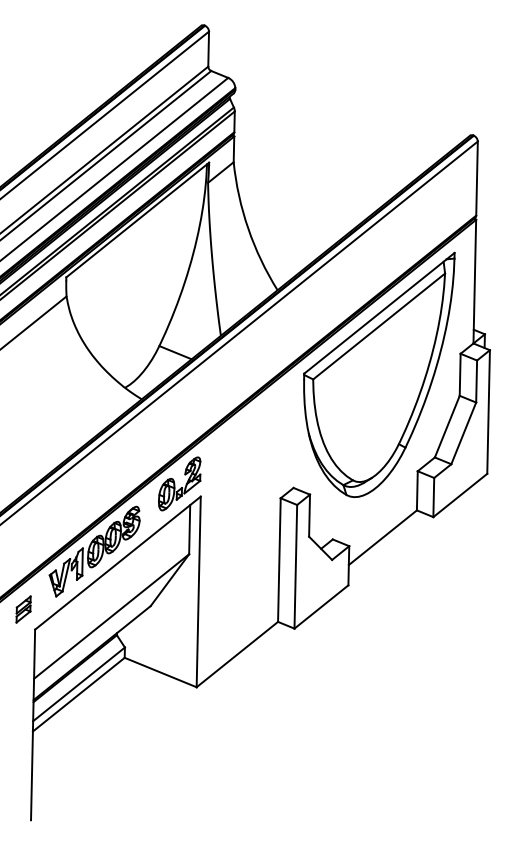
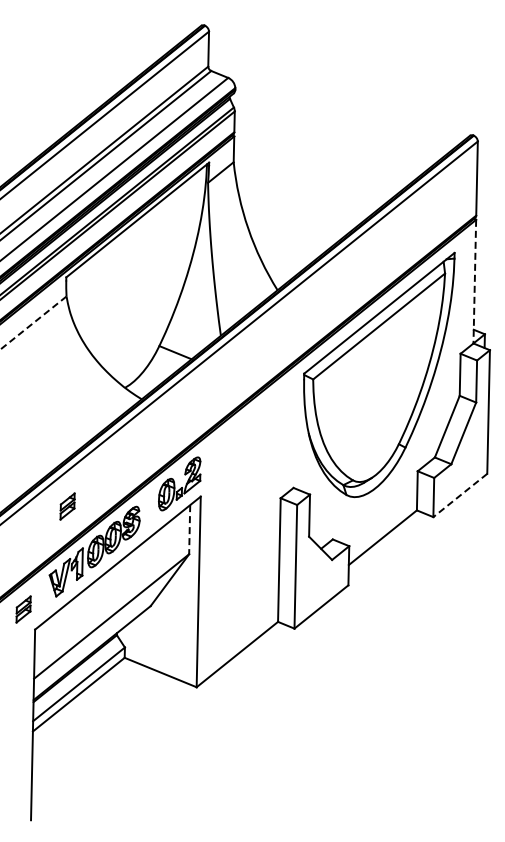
line at (474, 281): solid -> dashed
line at (33, 323): solid -> dashed
line at (460, 495): solid -> dashed
part at (67, 506): none -> present
line at (189, 529): solid -> dashed
